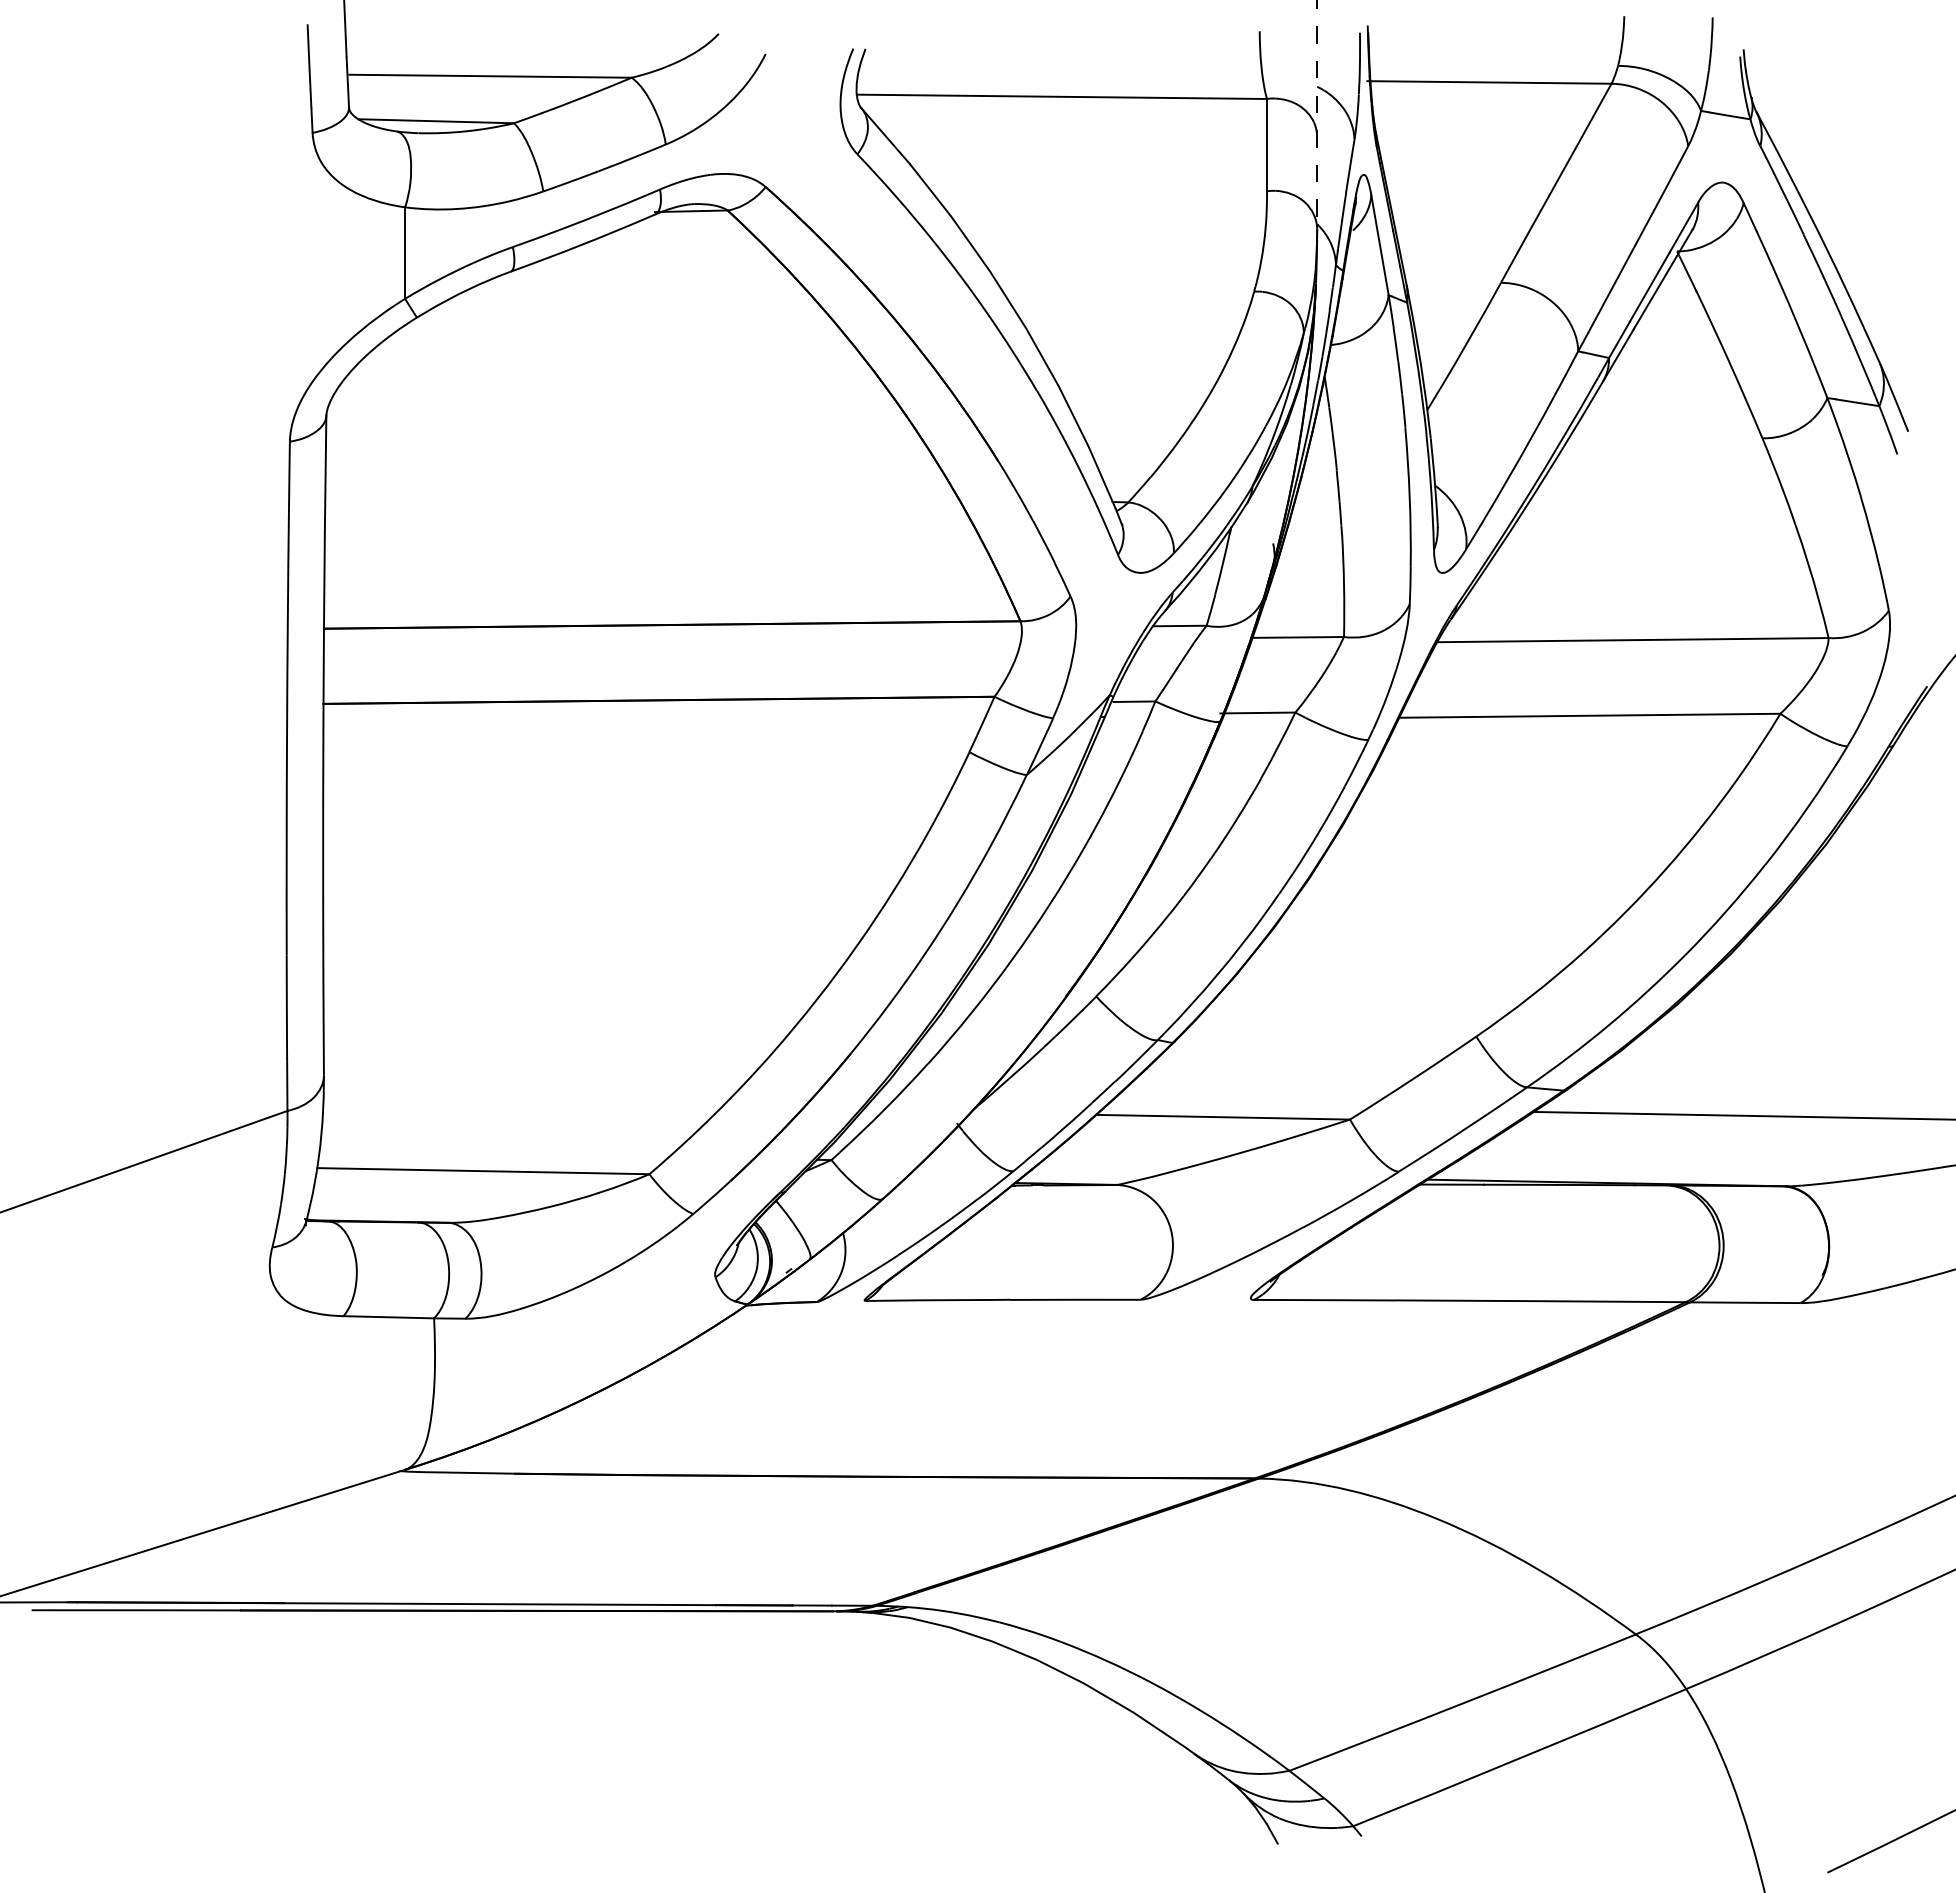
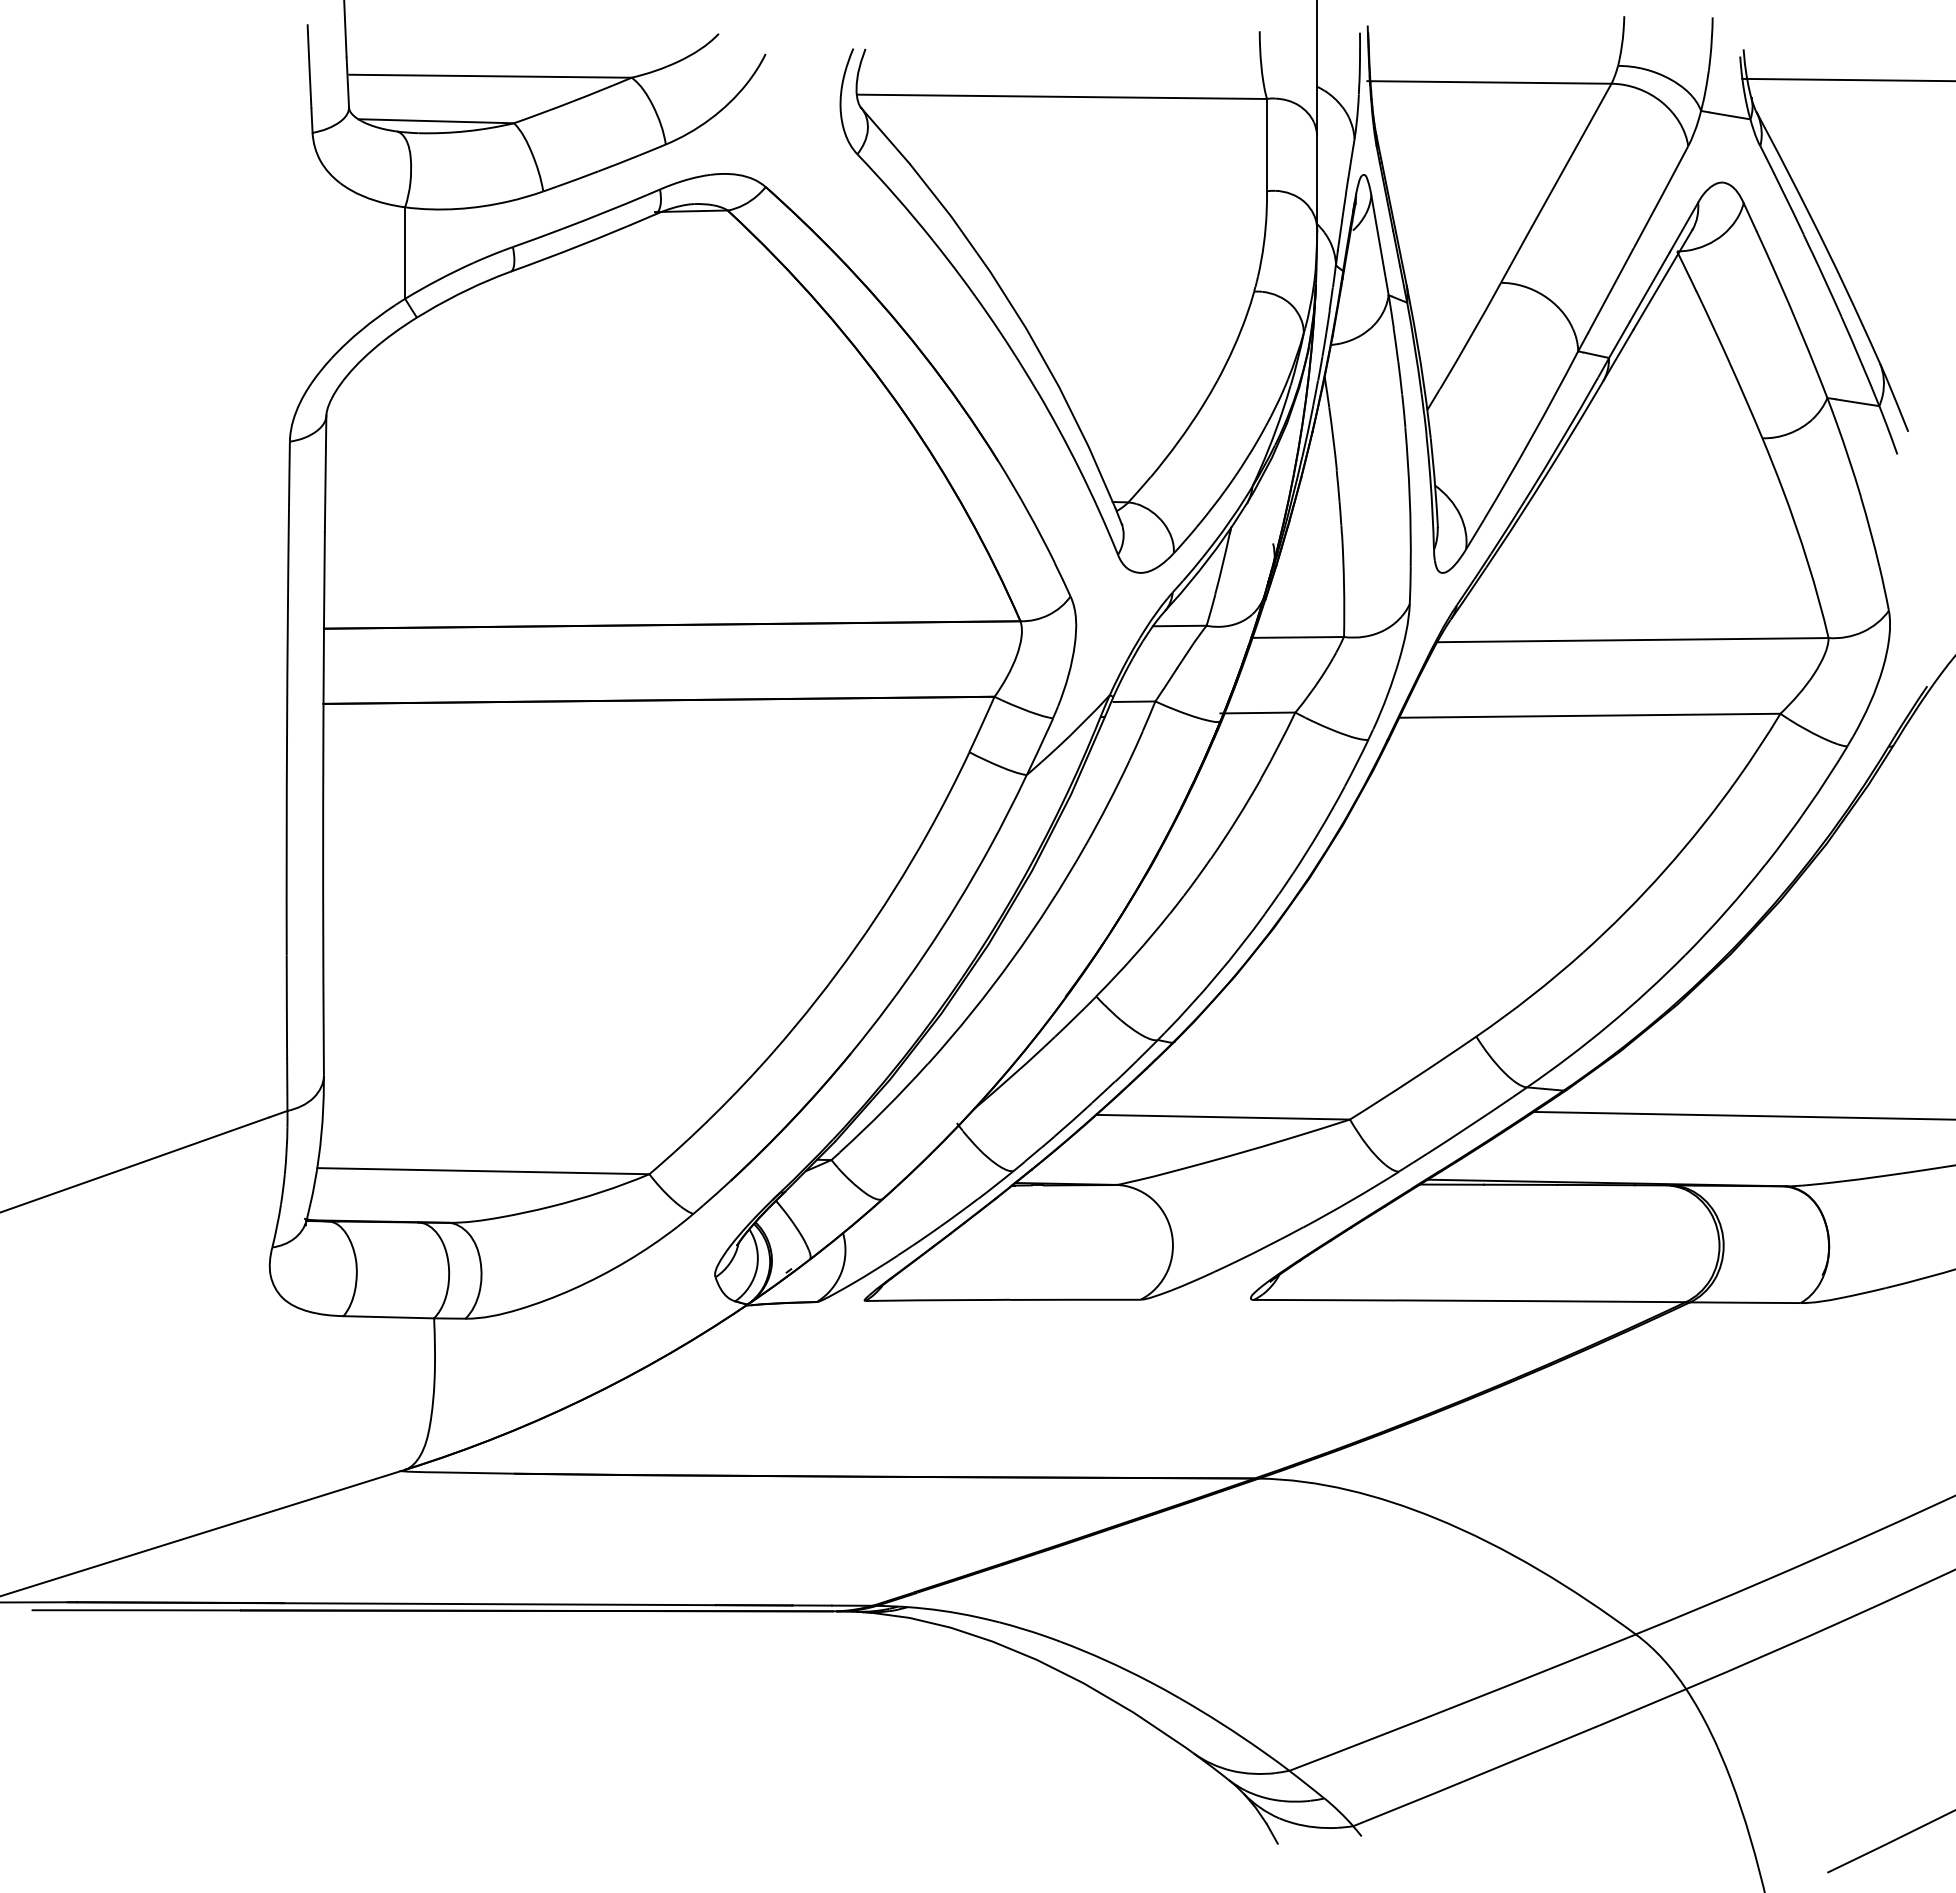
line at (1847, 79): none -> present
line at (1317, 115): dashed -> solid
